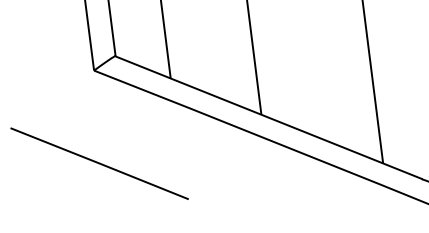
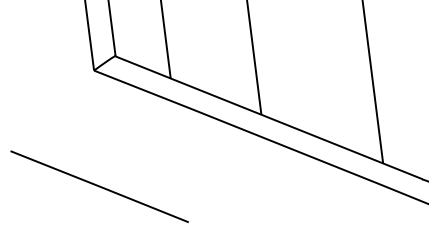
line at (99, 163) position: (99, 163) -> (99, 186)
